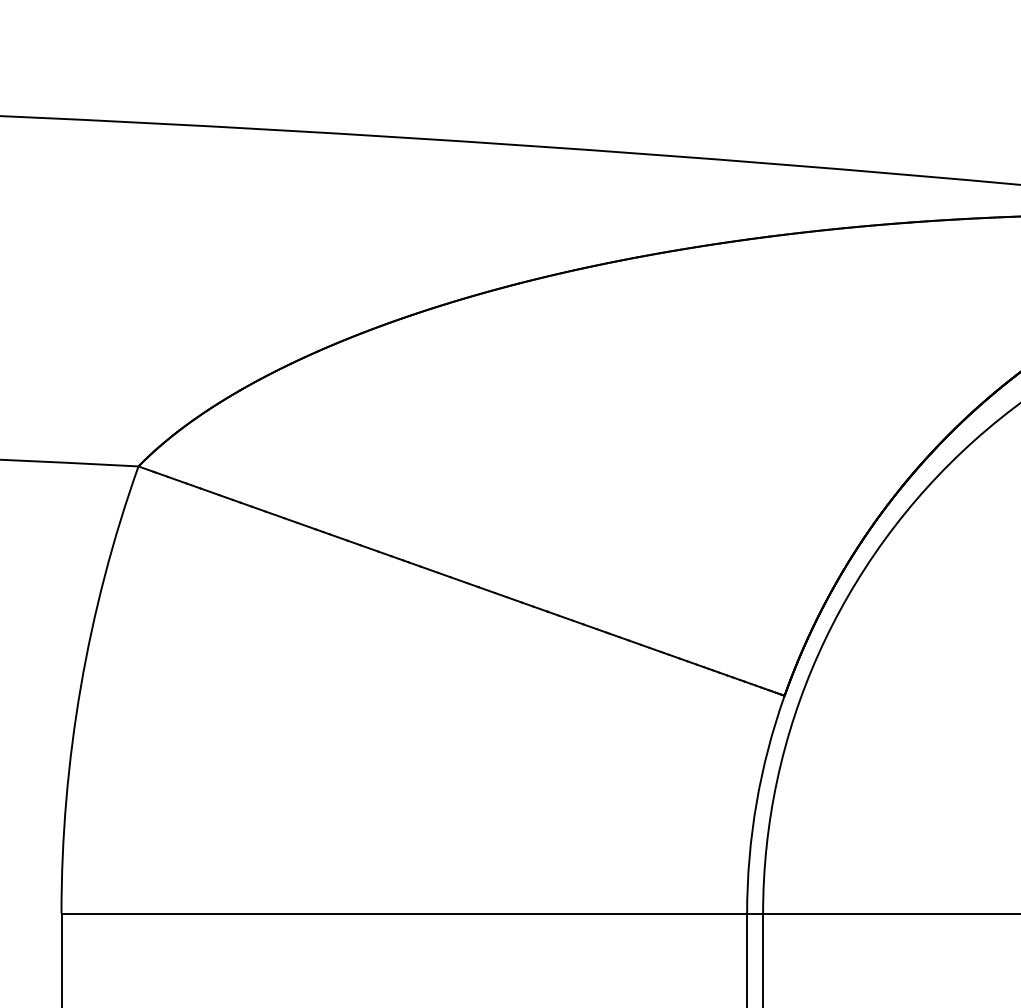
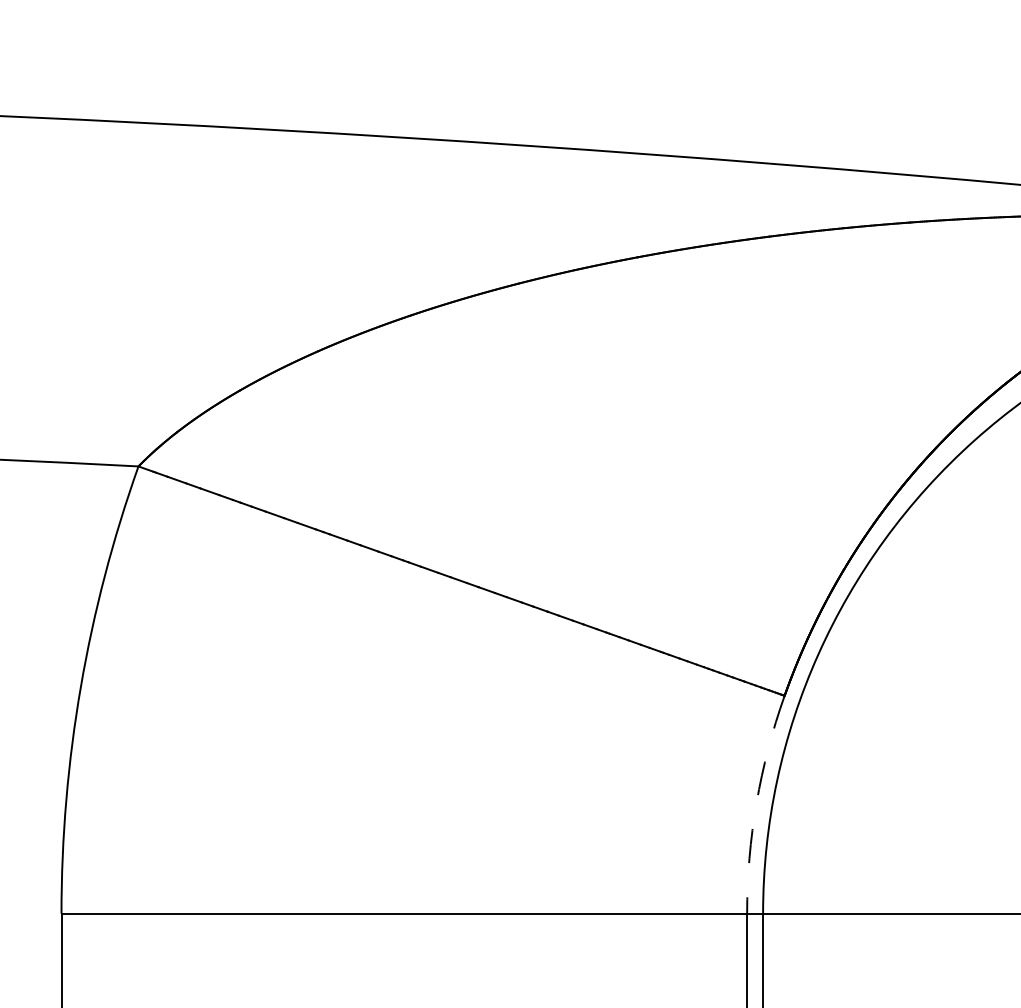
arc at (756, 803): solid -> dashed
